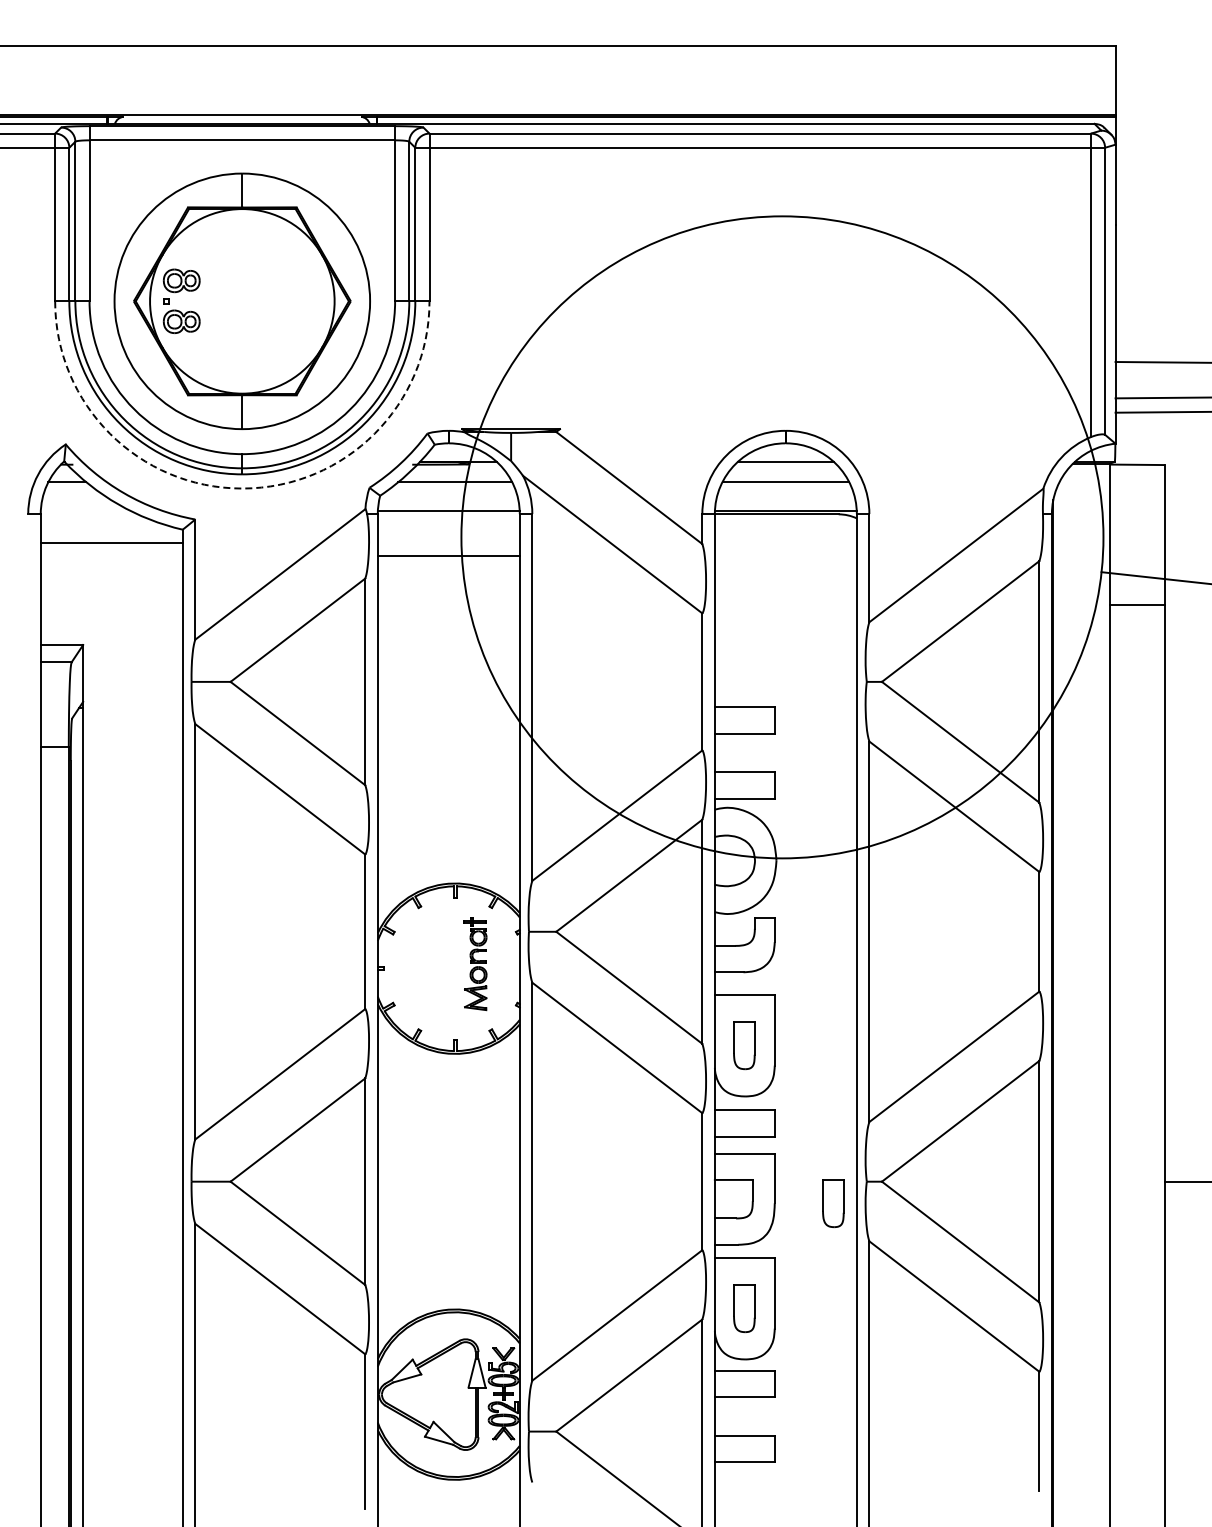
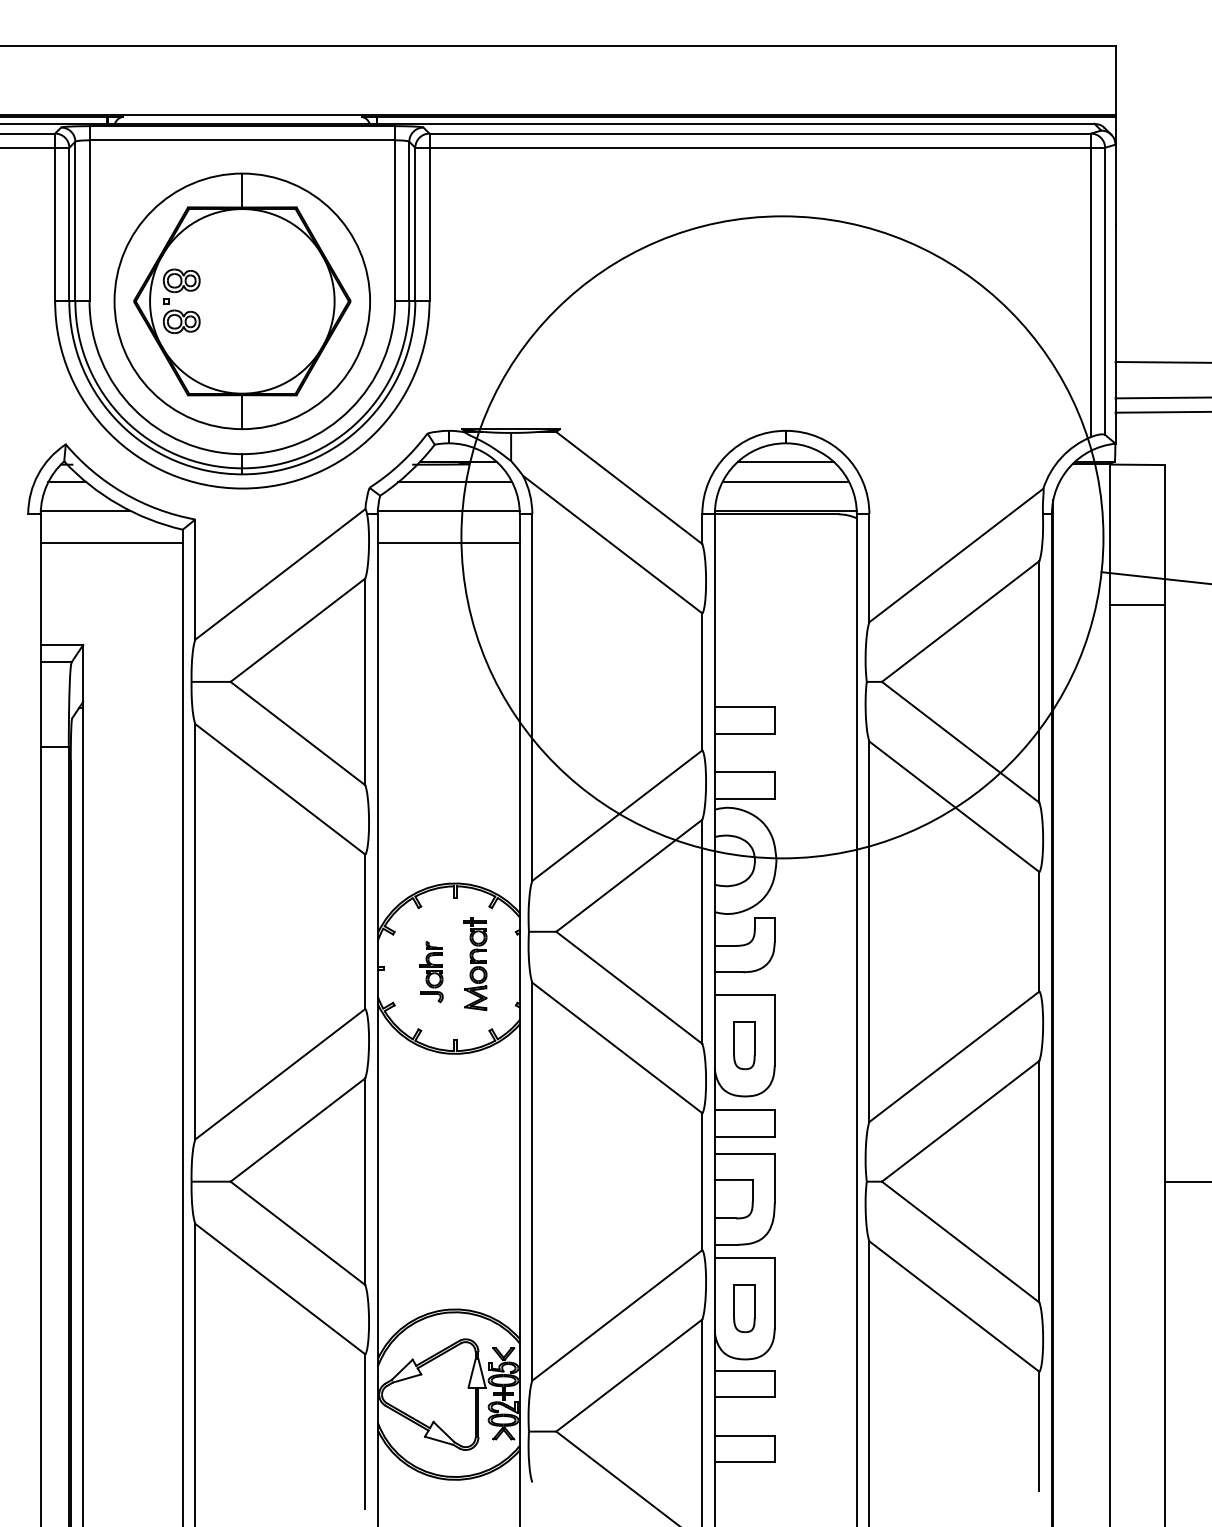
arc at (242, 488): dashed -> solid
line at (84, 510): none -> present
line at (448, 555) position: (448, 555) -> (448, 542)
part at (431, 972): none -> present
part at (833, 1203): present -> none
